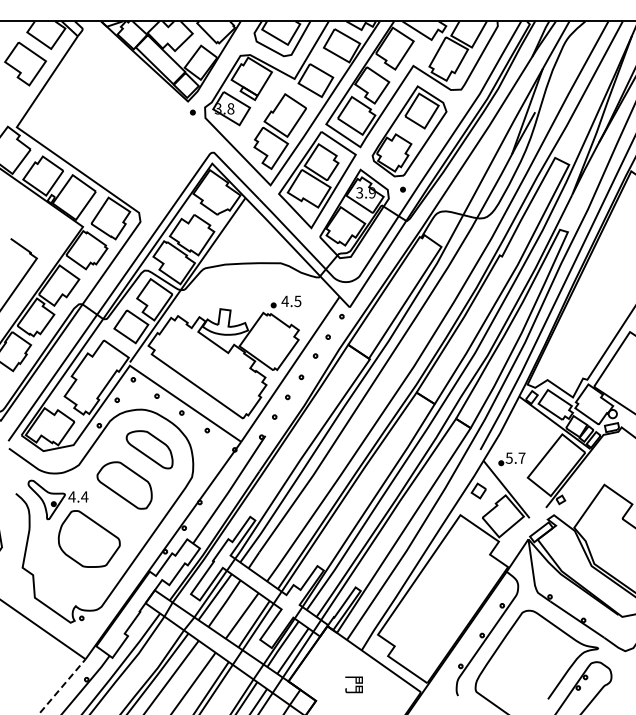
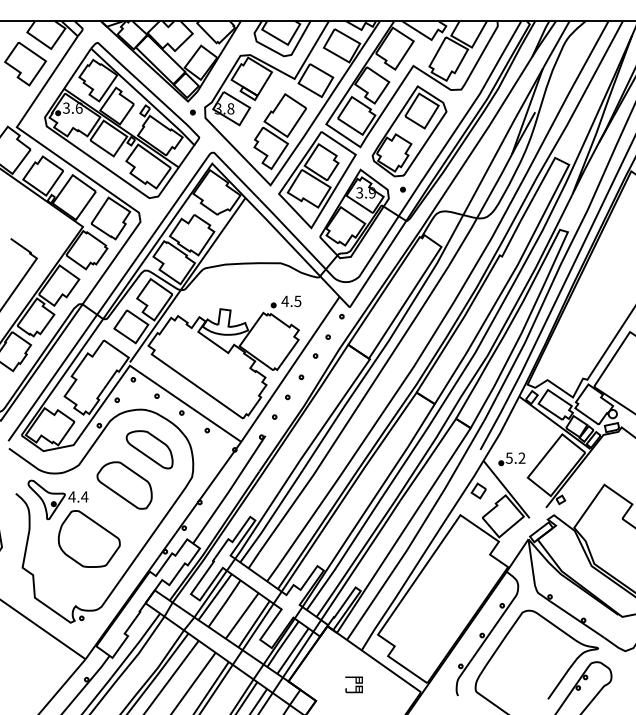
part at (122, 120): none -> present
text at (521, 457): 5.7 -> 5.2
line at (62, 686): dashed -> solid
